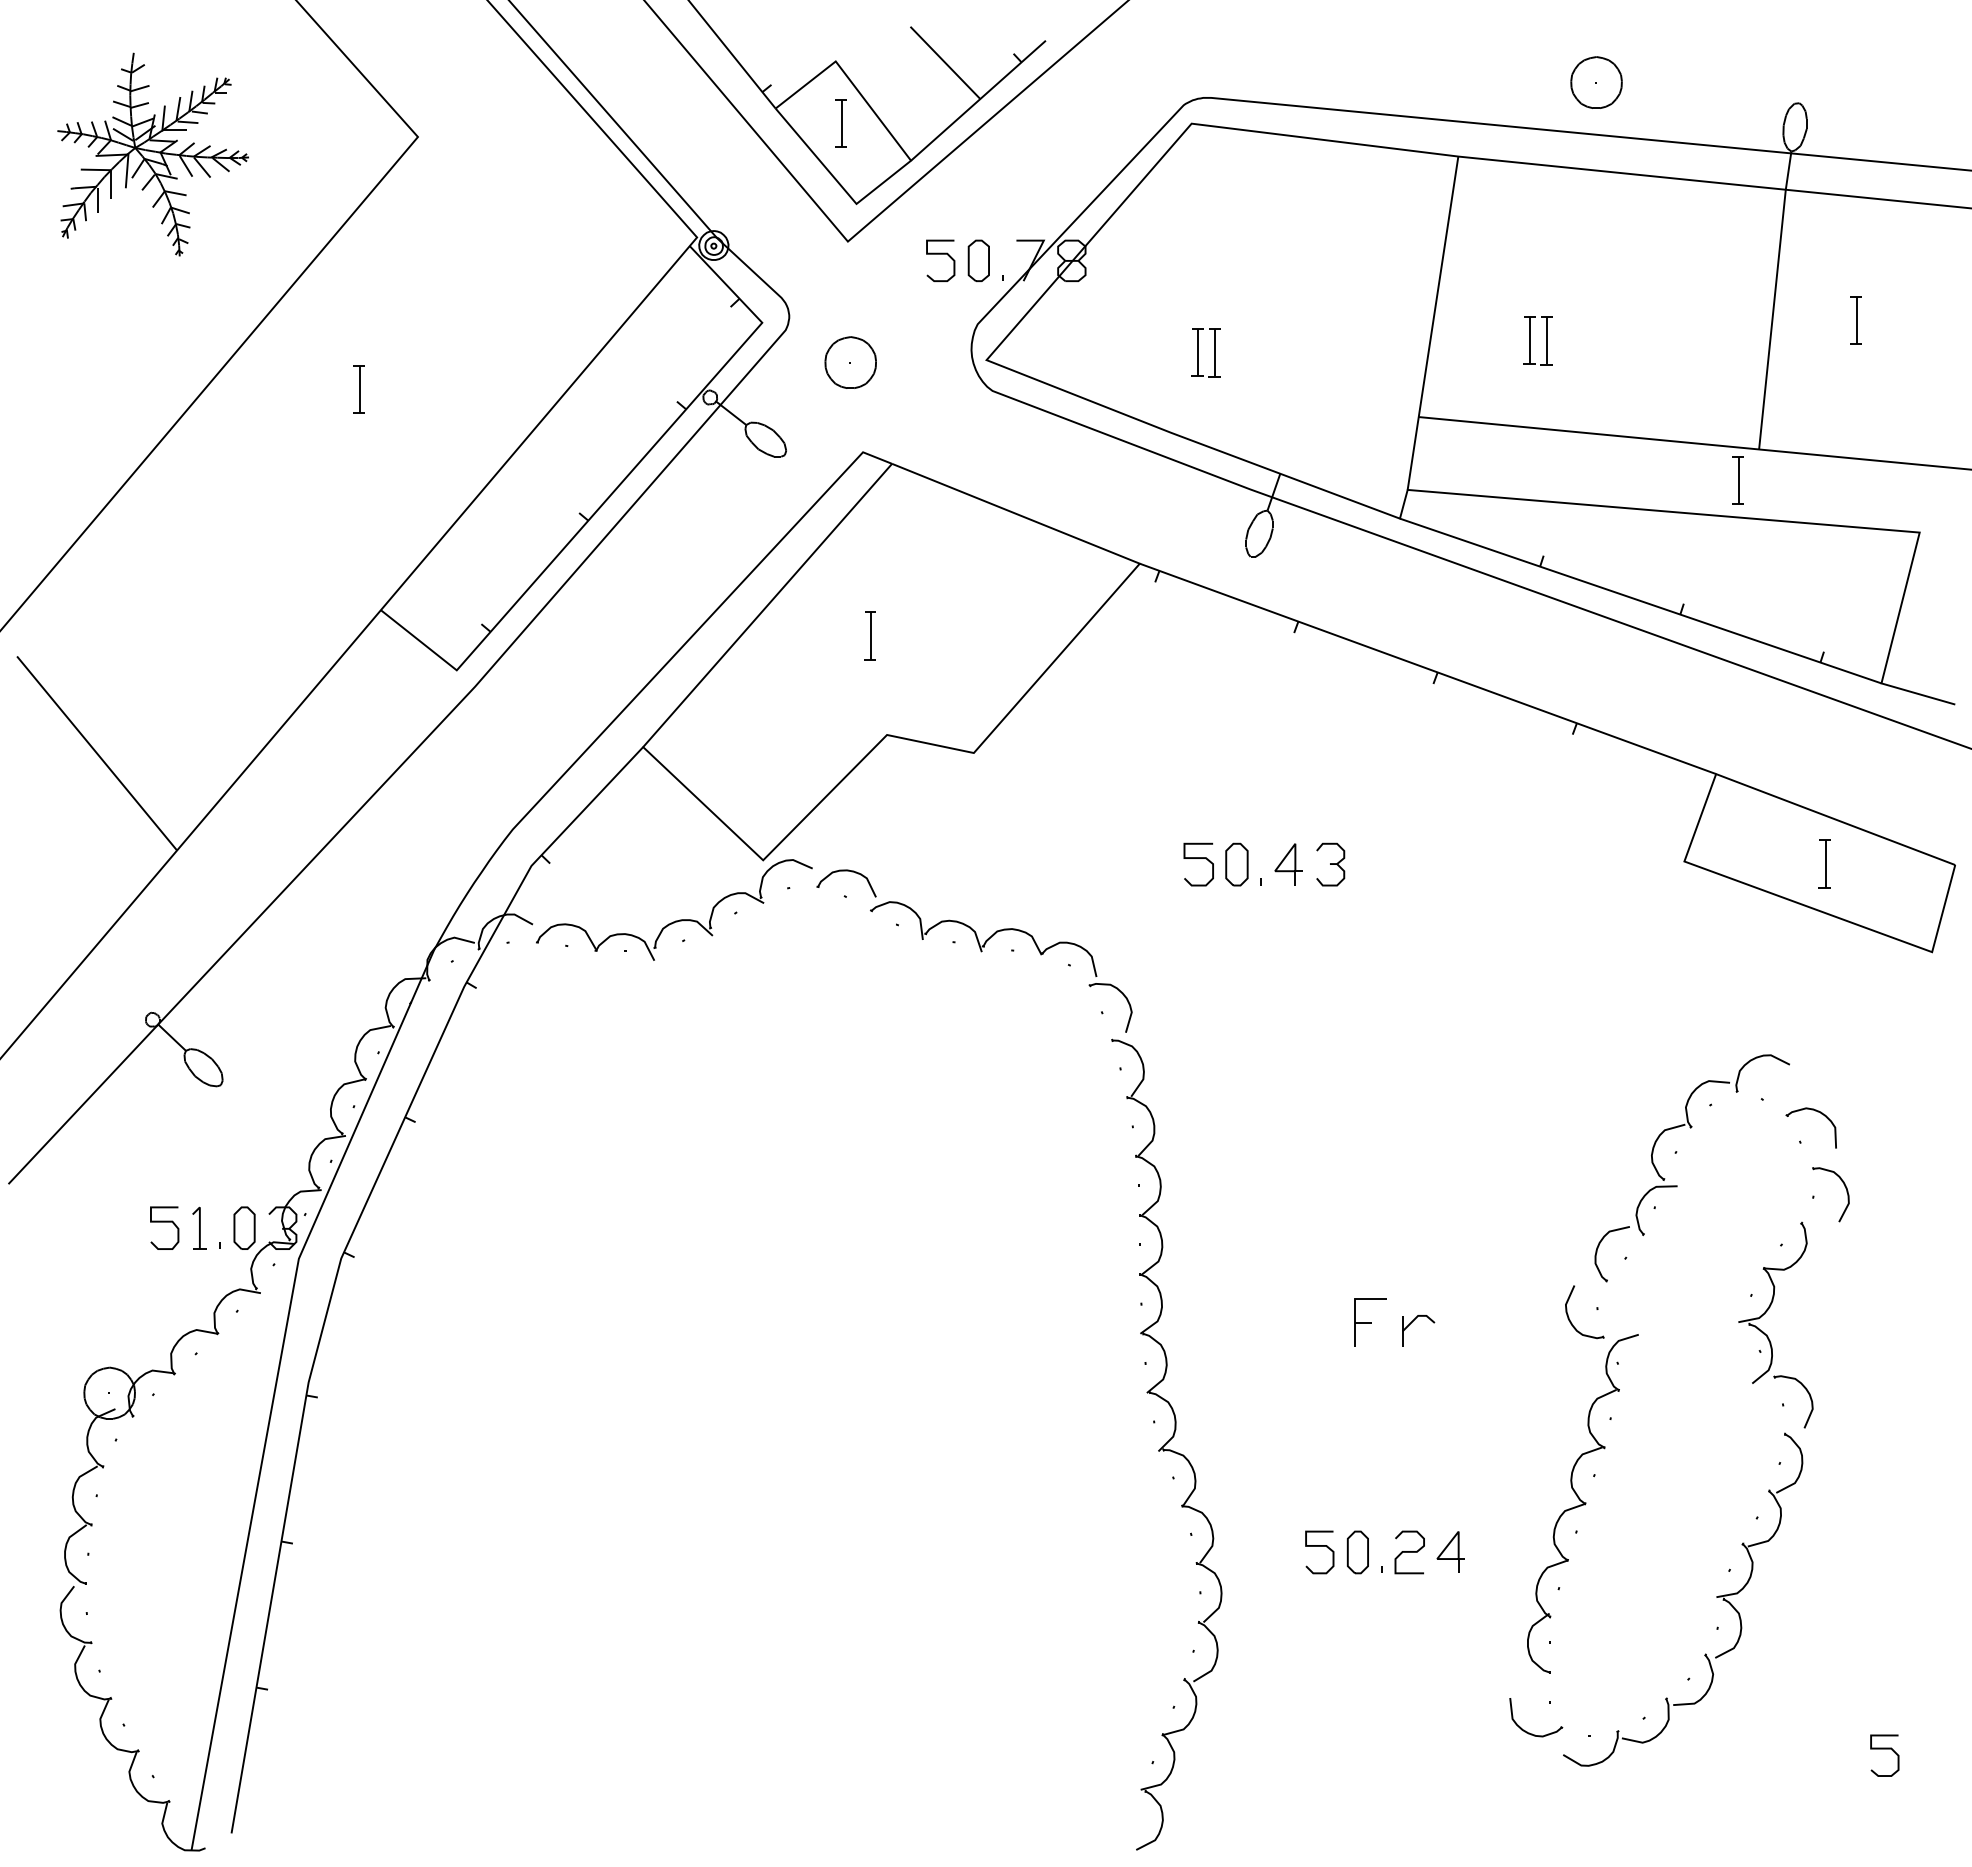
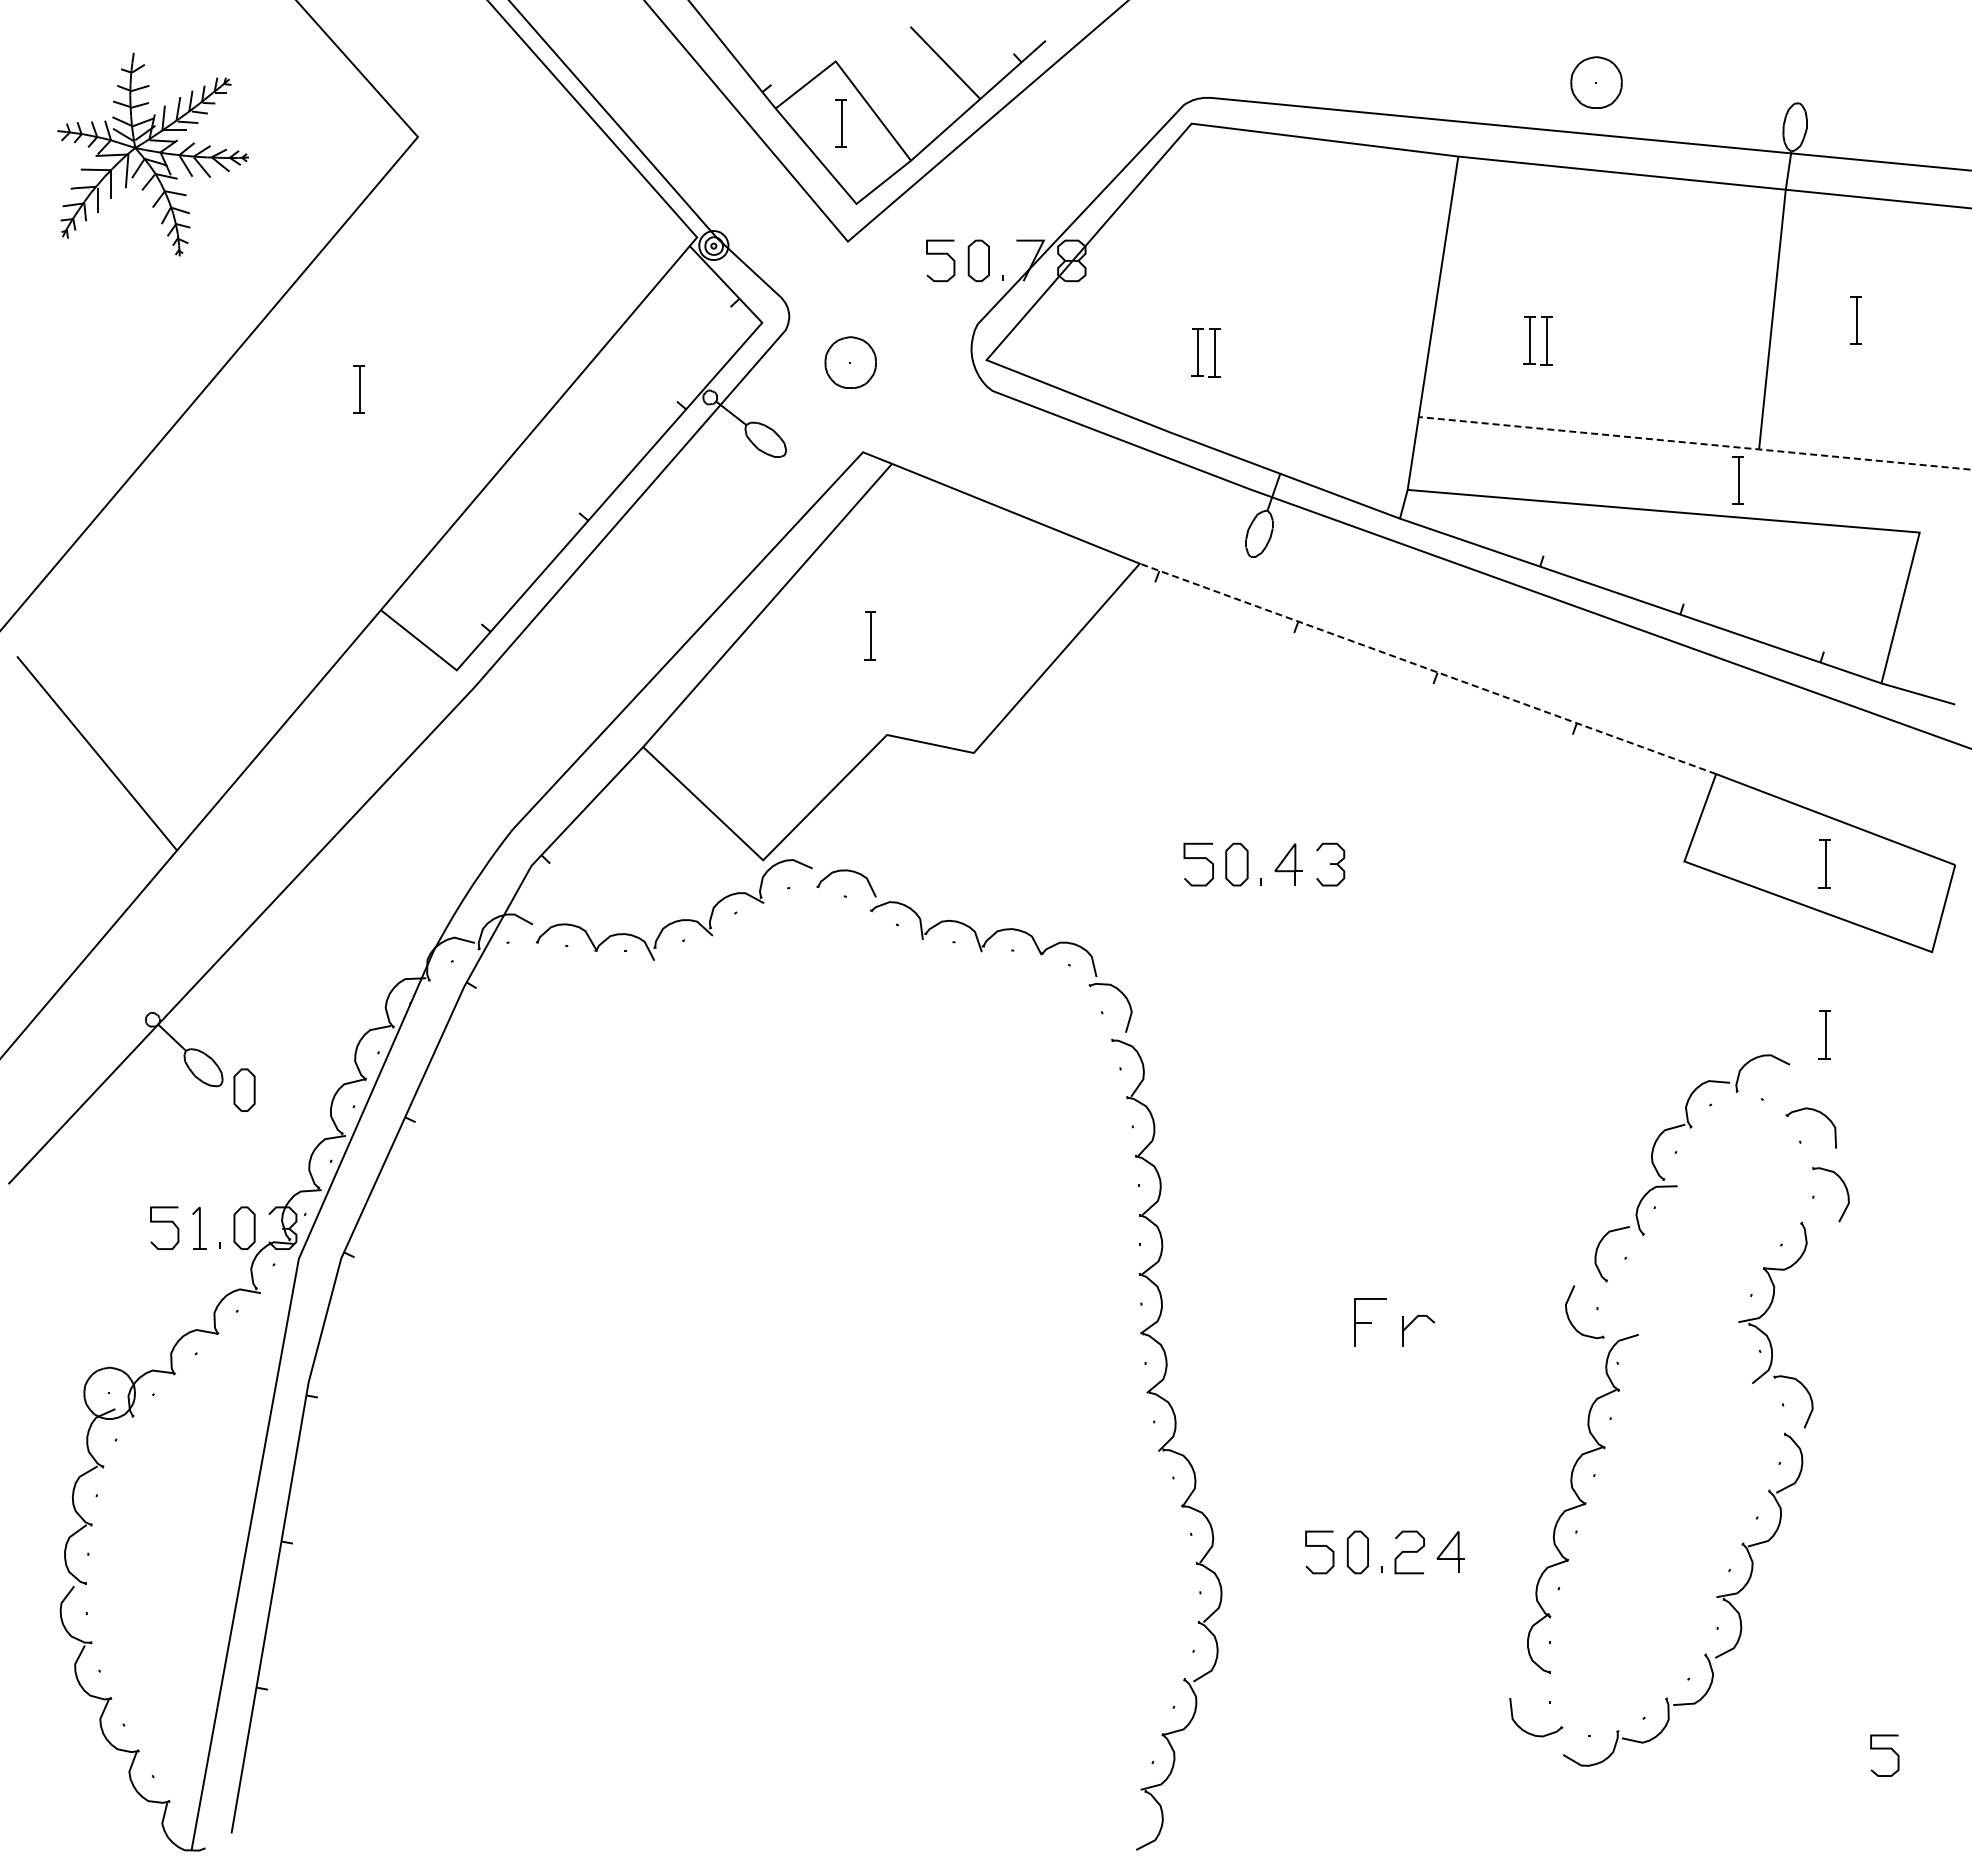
line at (1694, 443): solid -> dashed
line at (1427, 668): solid -> dashed
part at (1824, 1034): none -> present
part at (244, 1089): none -> present
